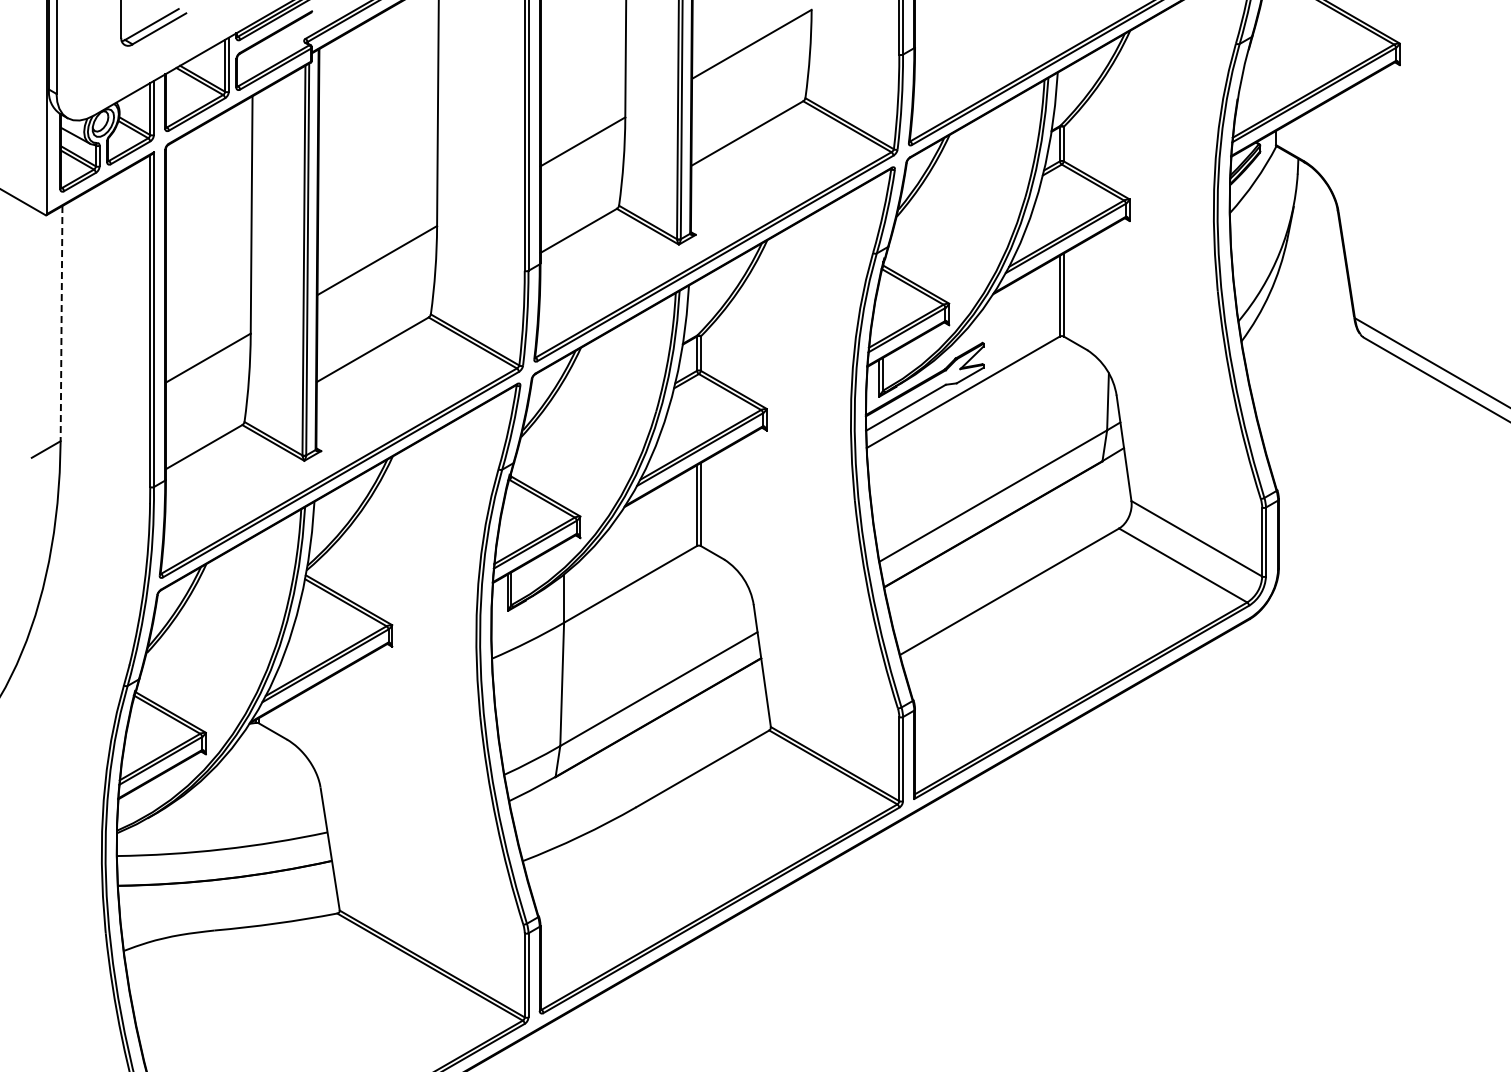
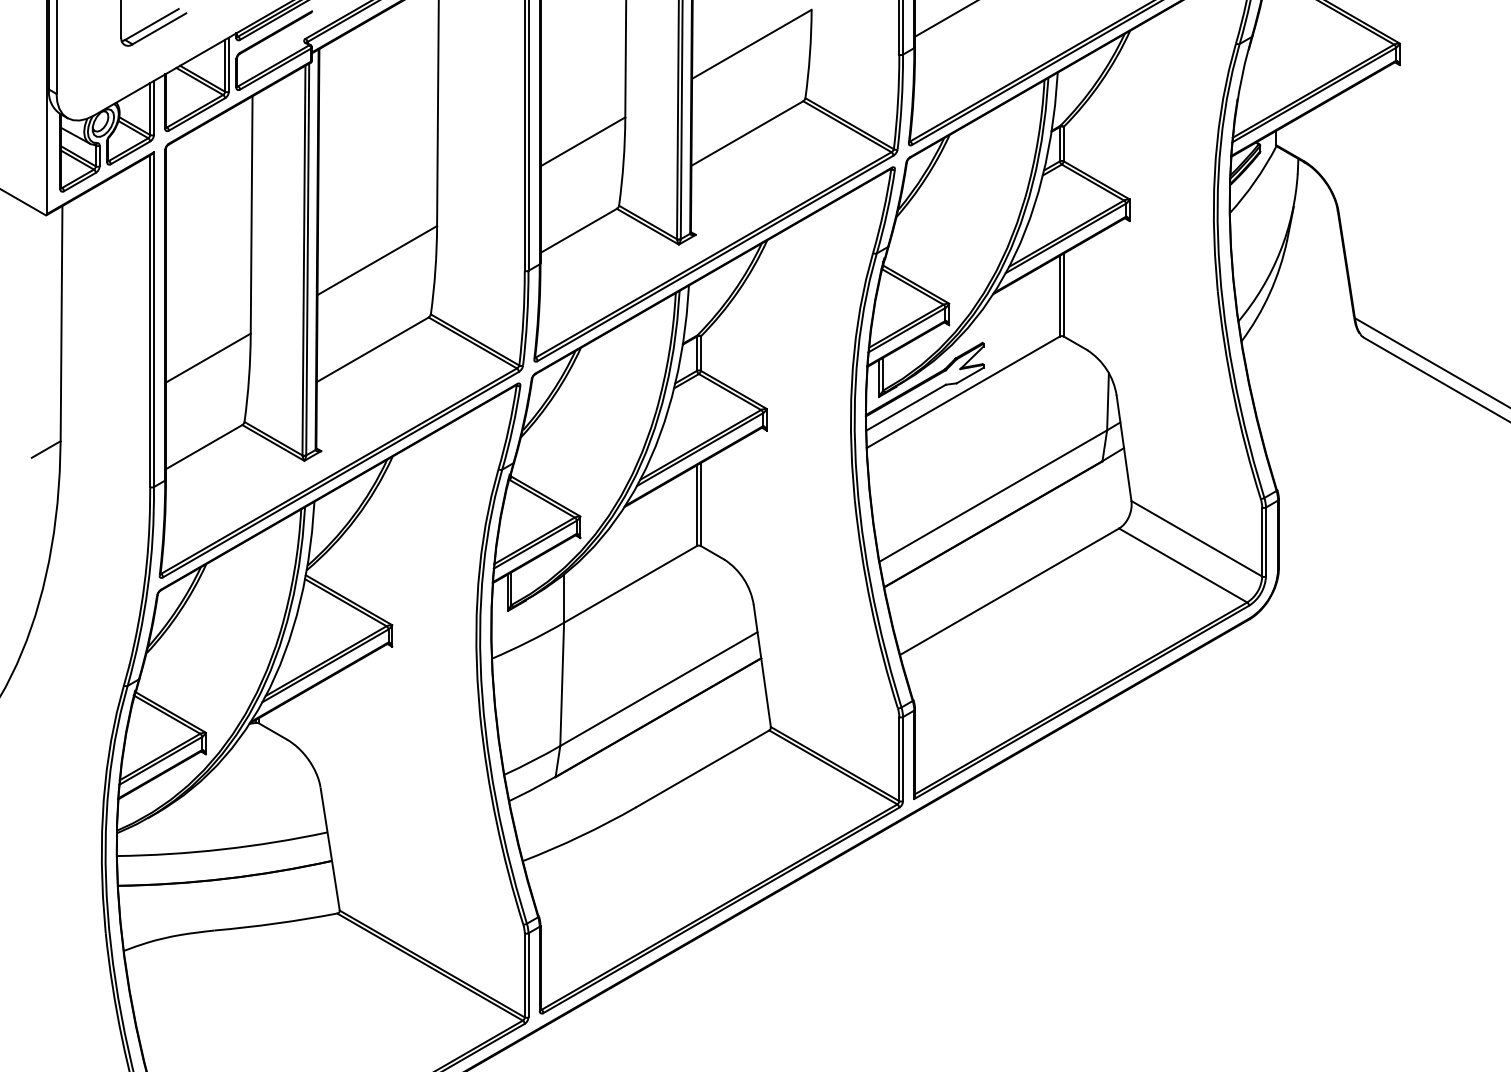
line at (945, 19): none -> present
line at (61, 323): dashed -> solid
